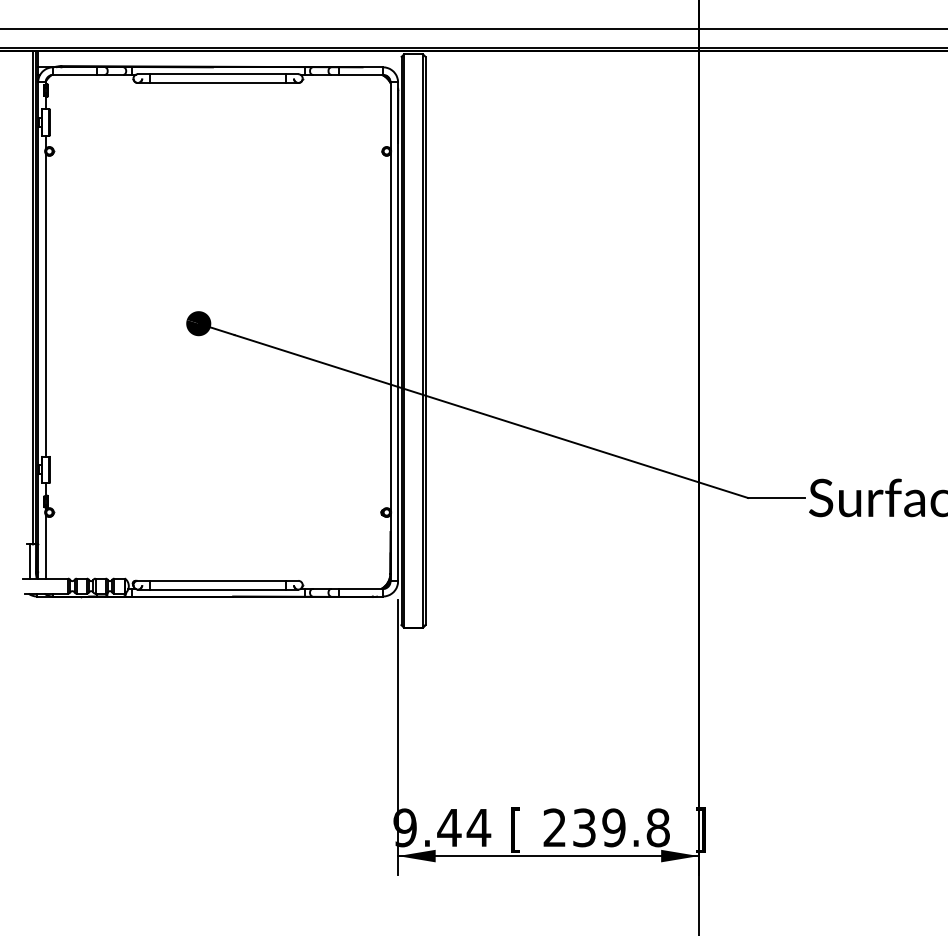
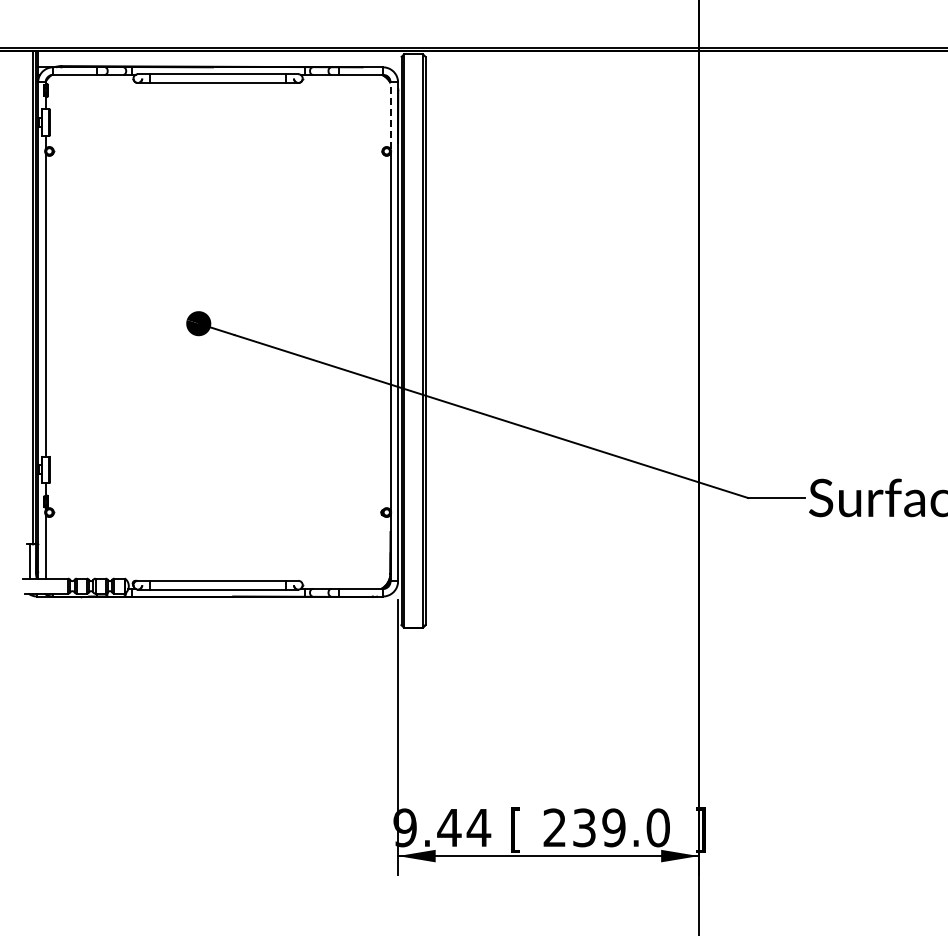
line at (473, 29): present -> none
line at (390, 115): solid -> dashed
text at (657, 827): 239.8 -> 239.0
